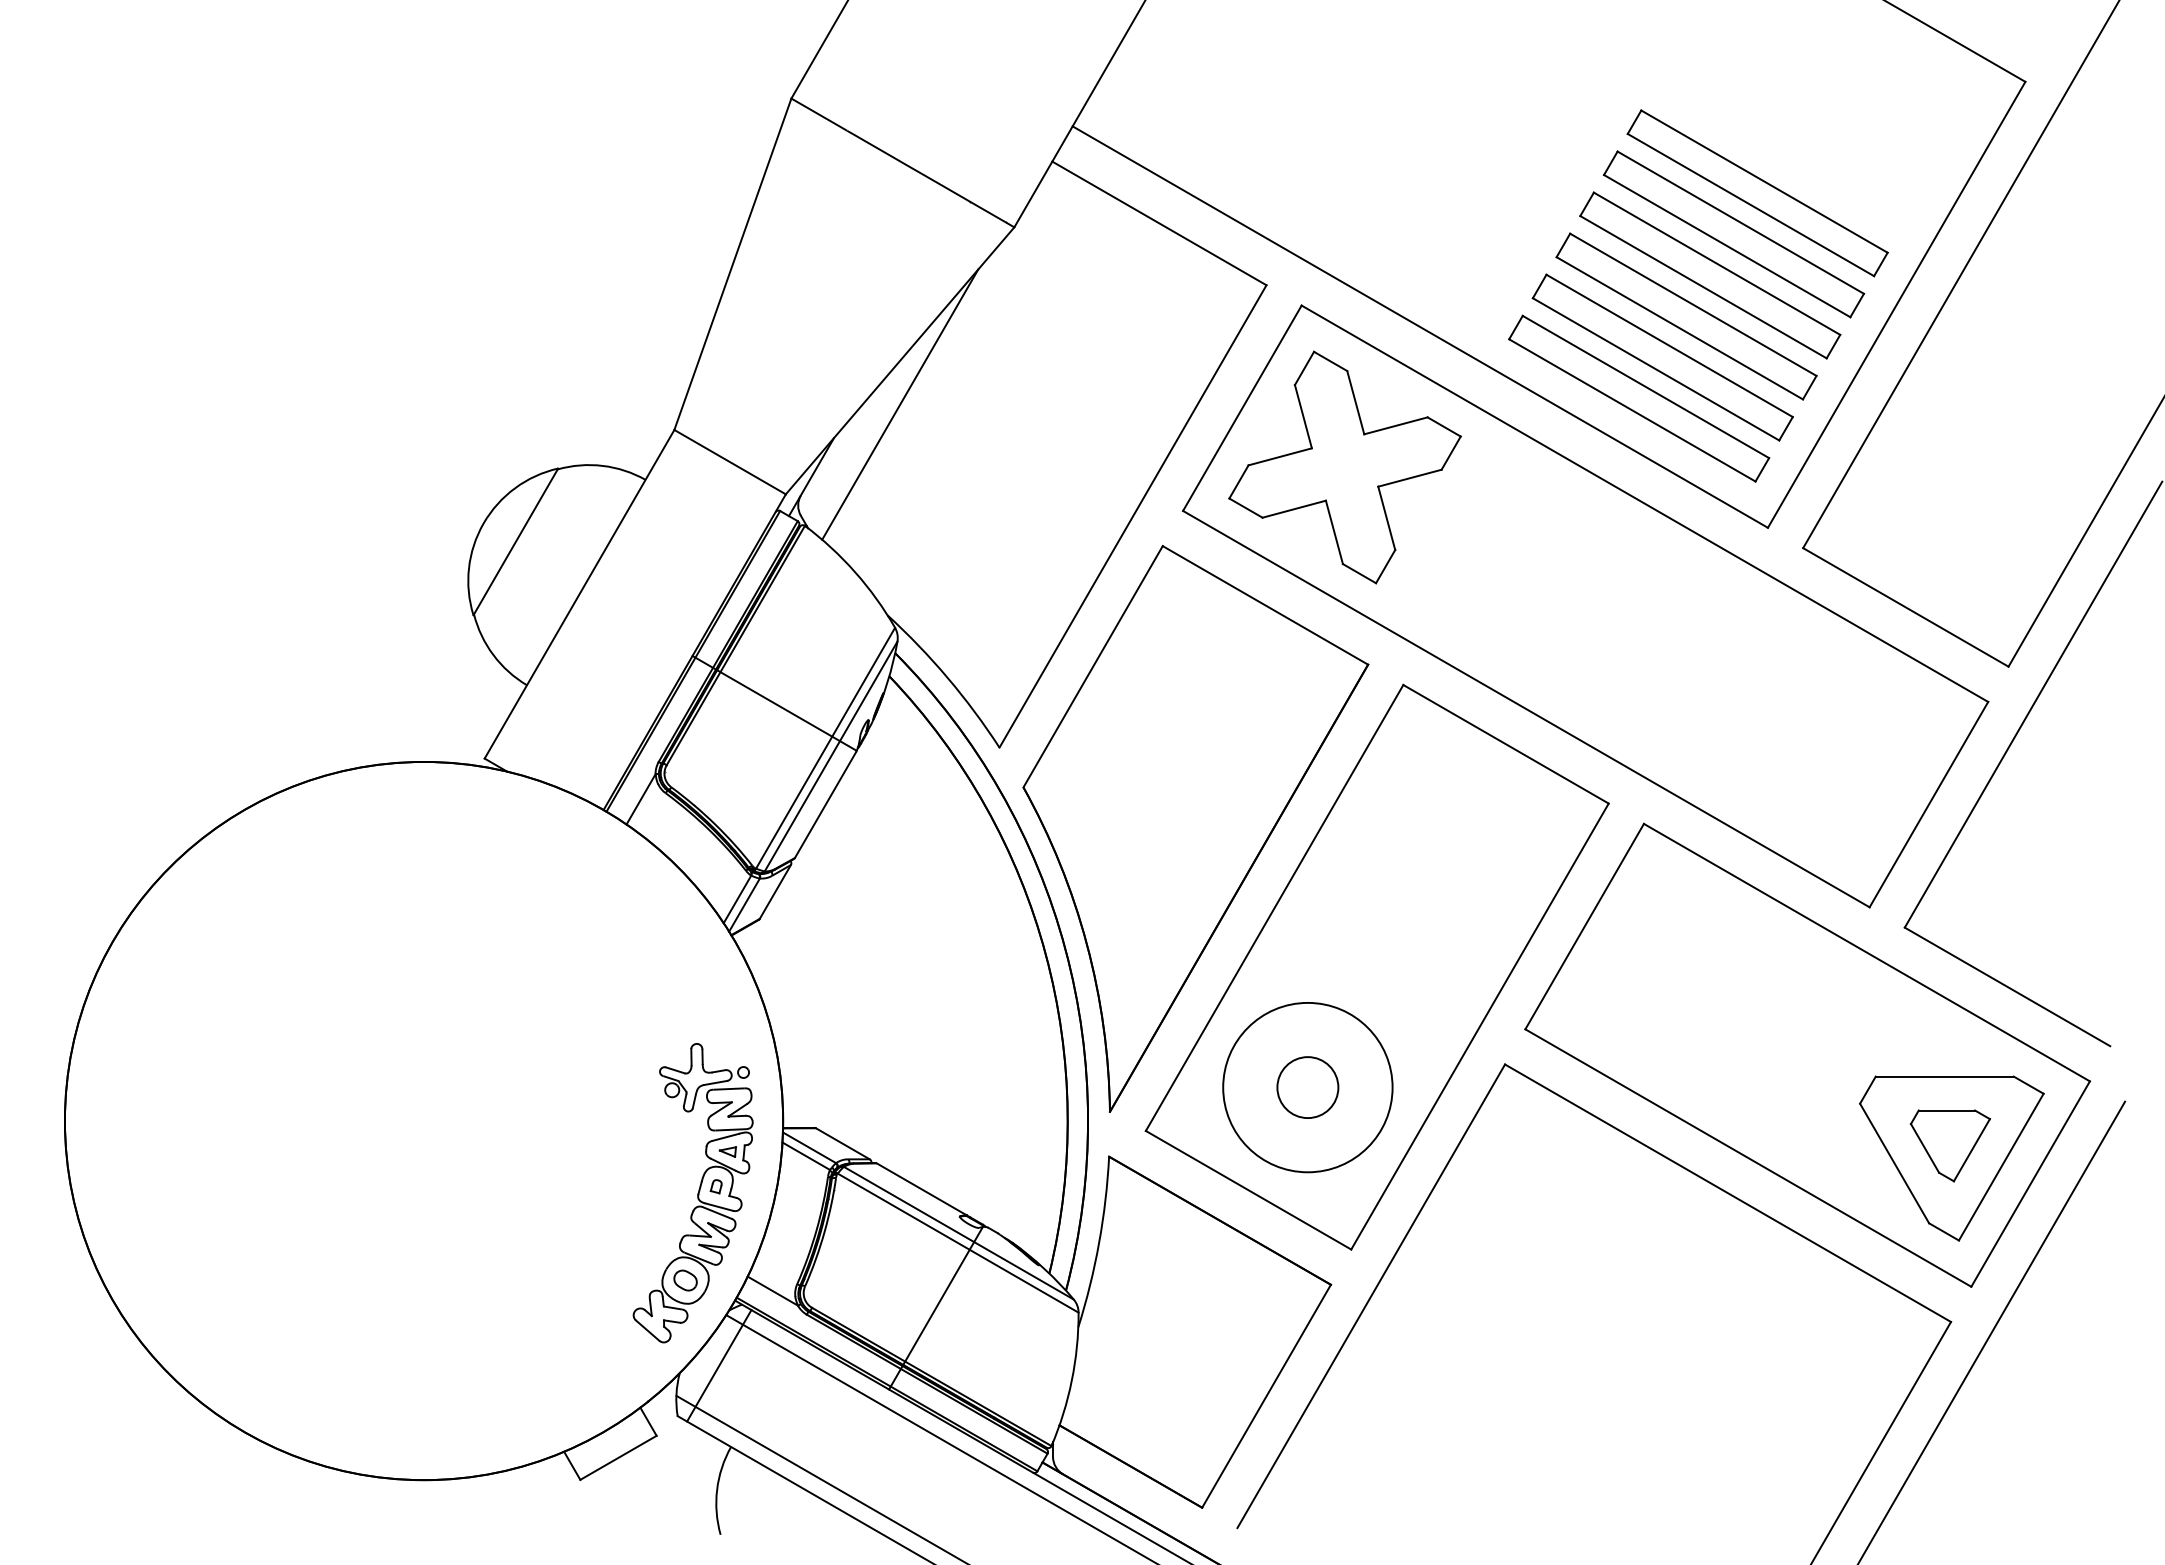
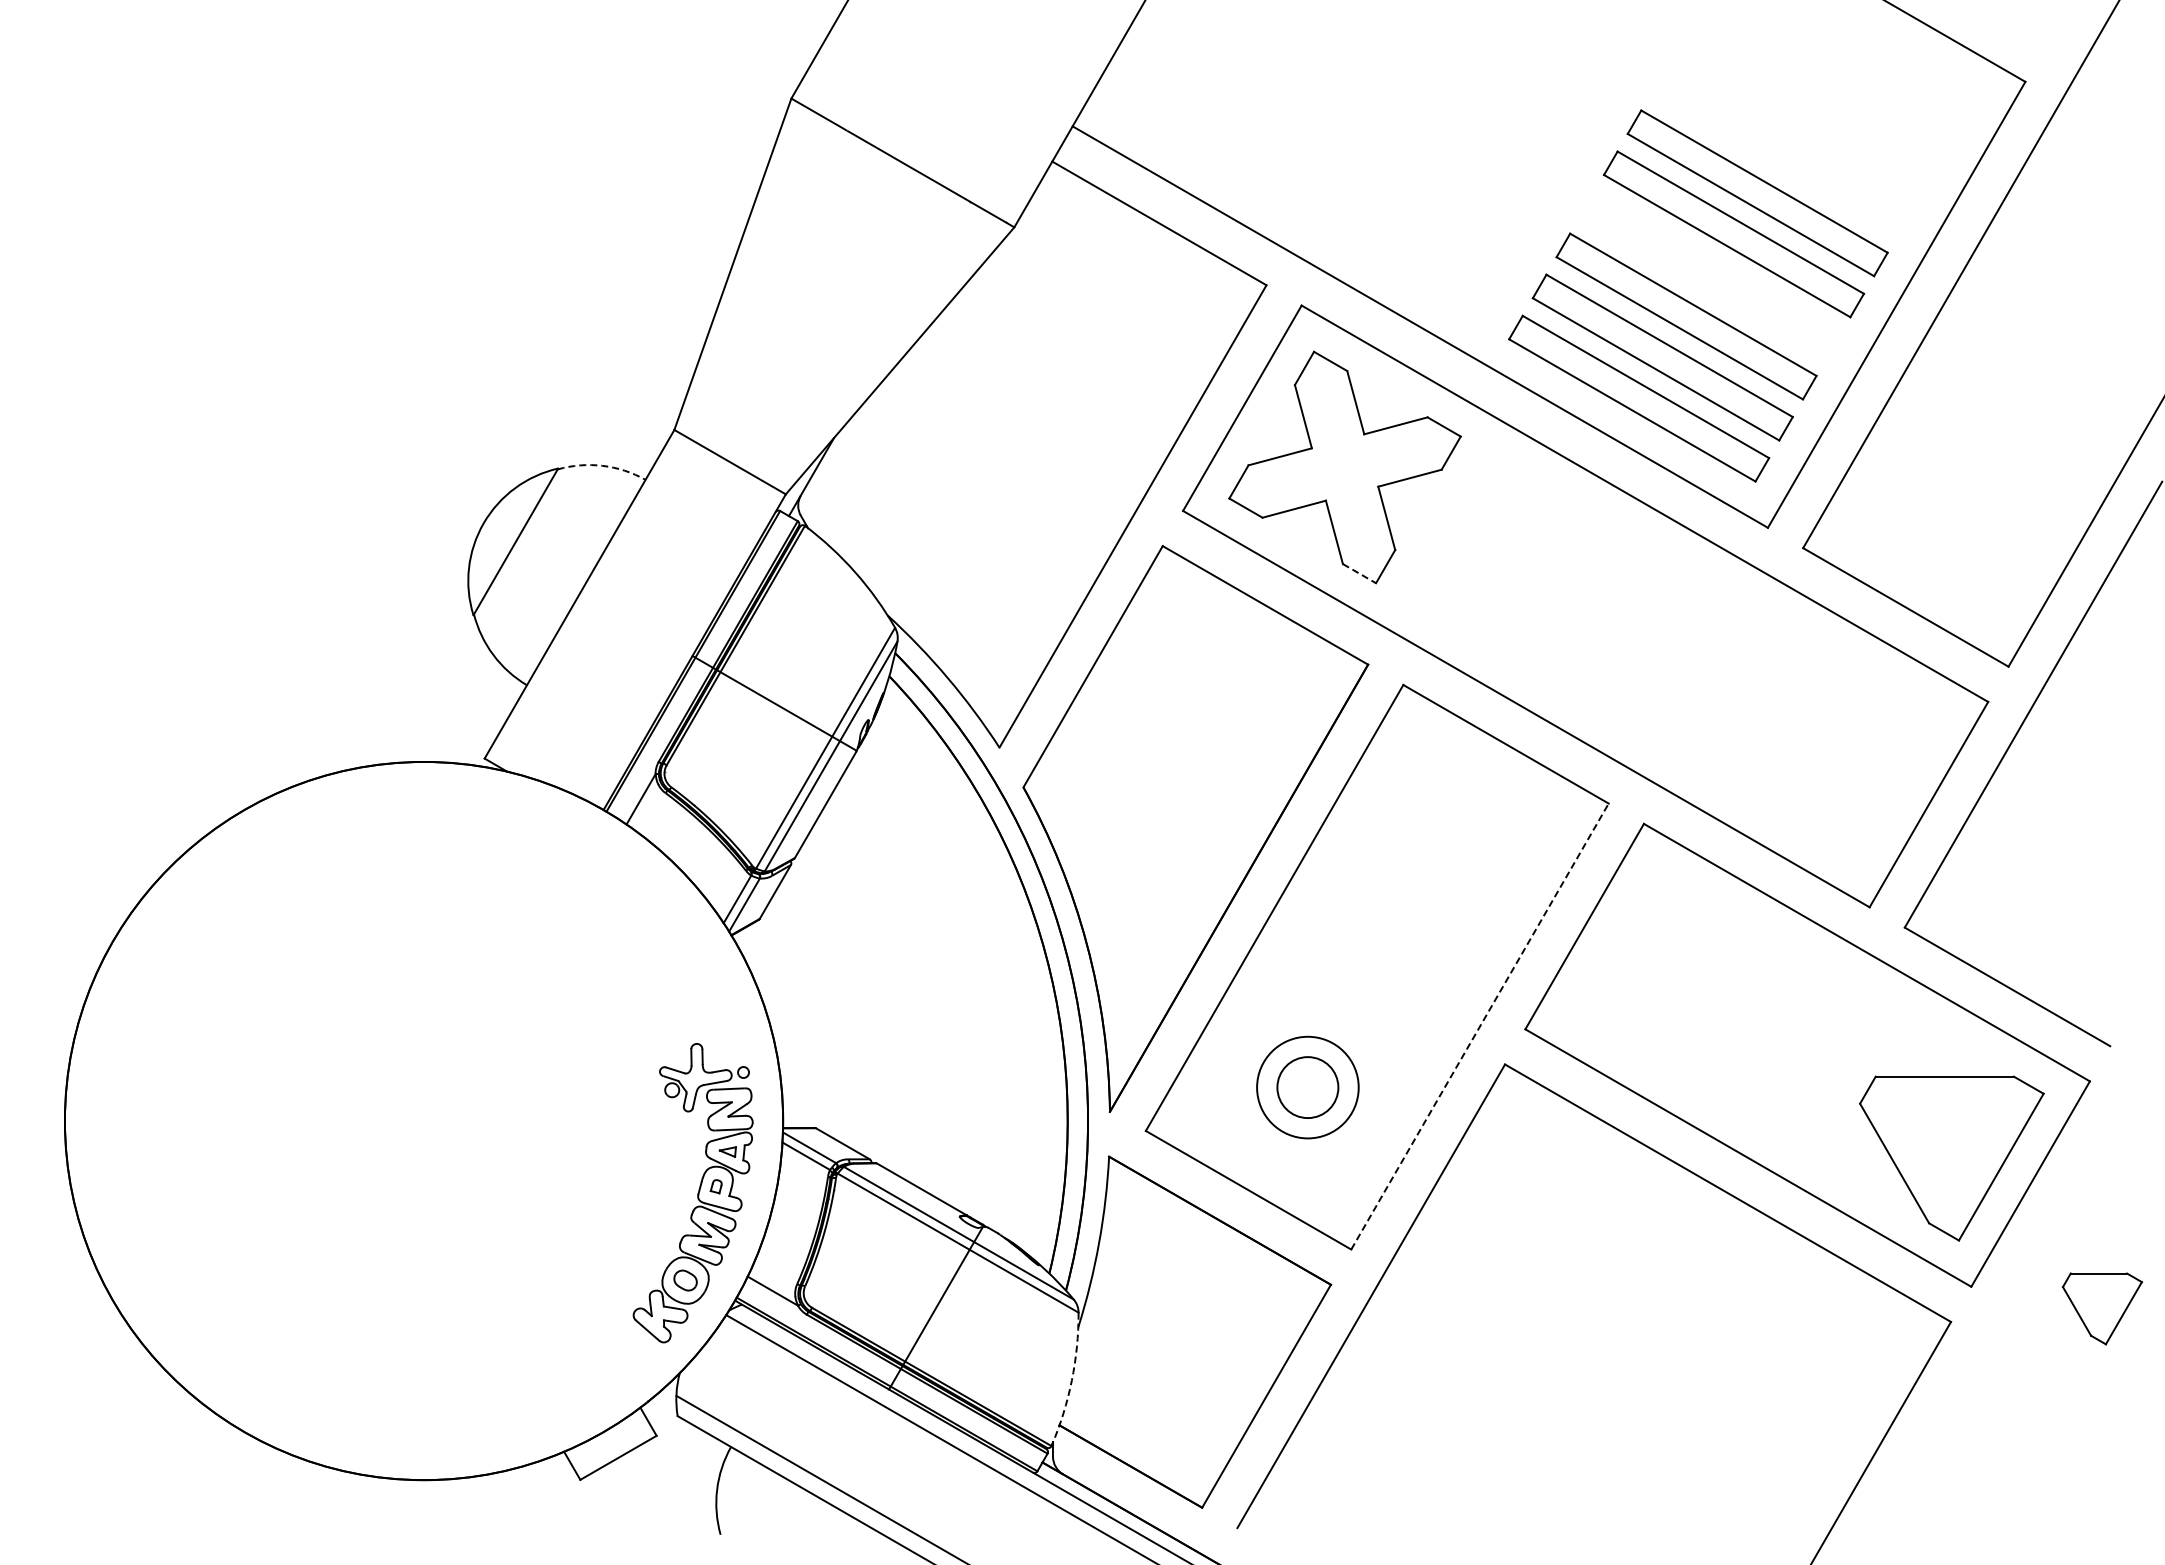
part at (1710, 275): present -> none
line at (900, 404): present -> none
arc at (602, 465): solid -> dashed
line at (1359, 573): solid -> dashed
line at (1480, 1026): solid -> dashed
circle at (1307, 1087) diameter: 169 px -> 102 px
part at (1949, 1145) position: (1949, 1145) -> (2101, 1308)
line at (1992, 1331): present -> none
line at (719, 1365): present -> none
arc at (1071, 1380): solid -> dashed
